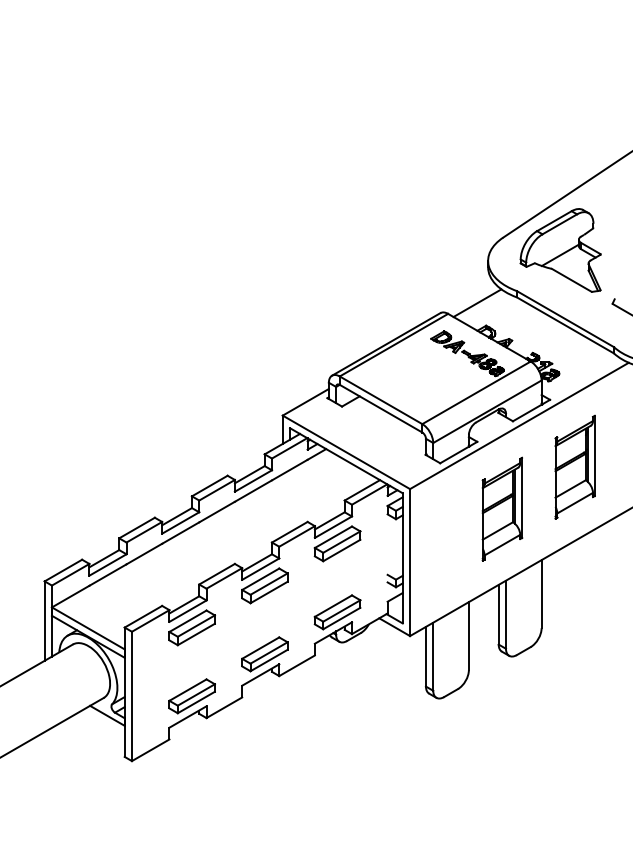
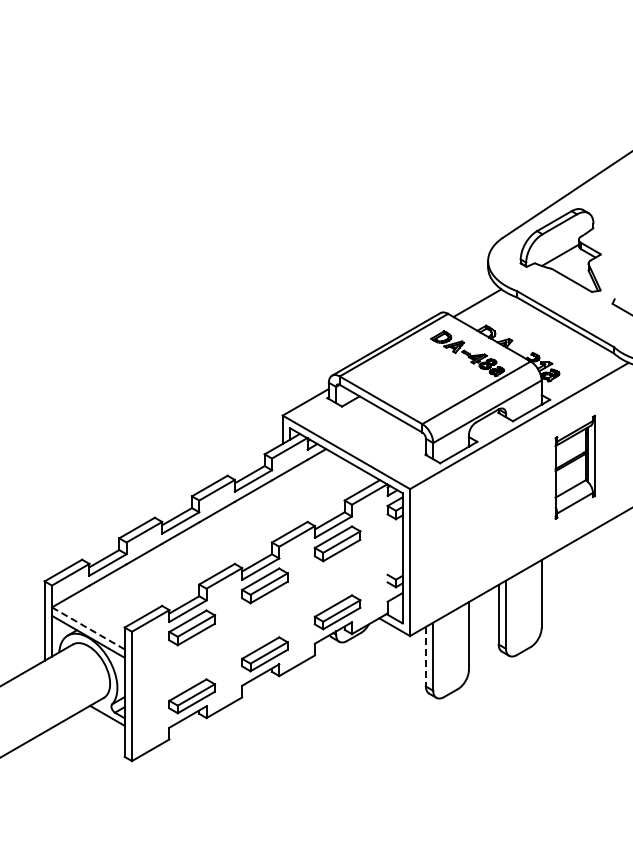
part at (502, 508): present -> none
line at (88, 628): solid -> dashed
line at (425, 656): solid -> dashed
